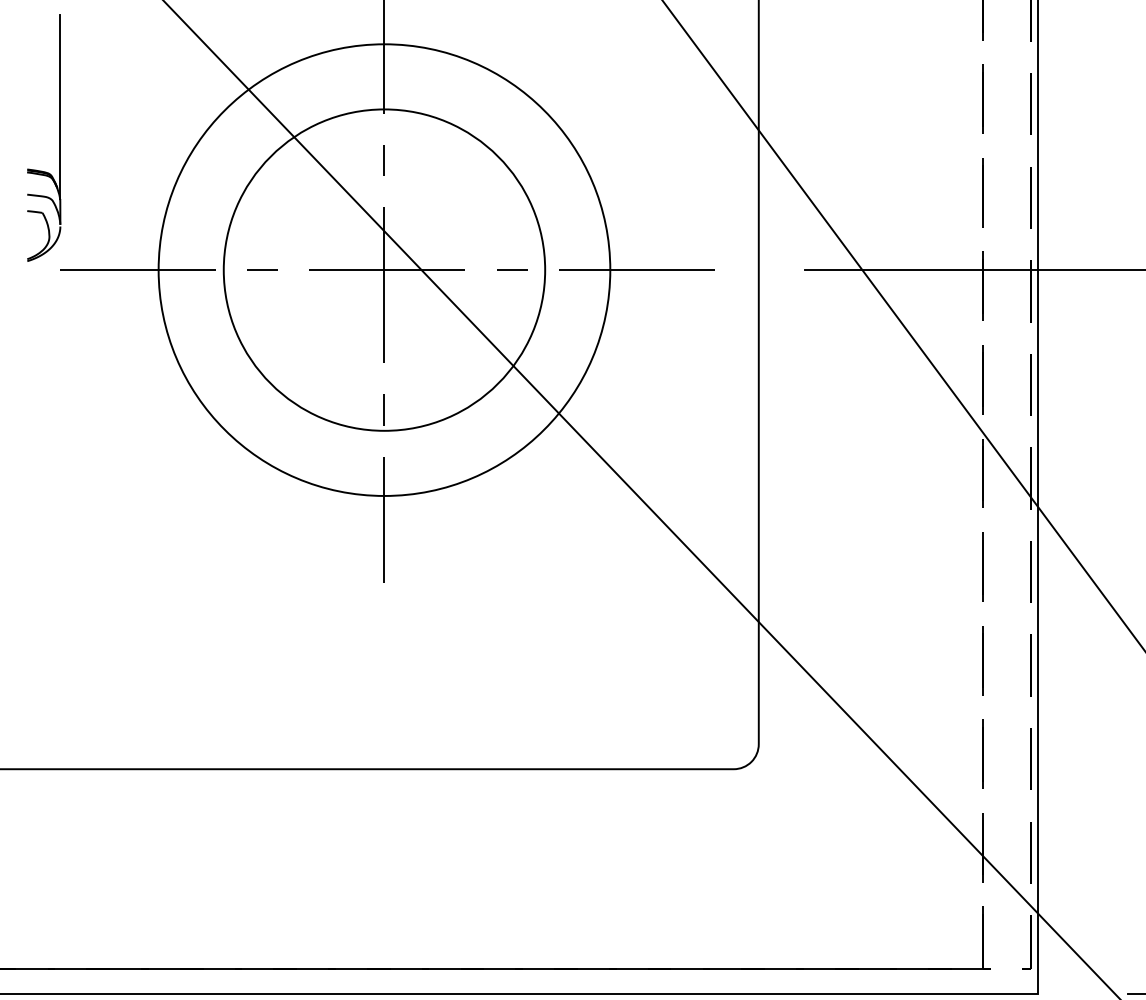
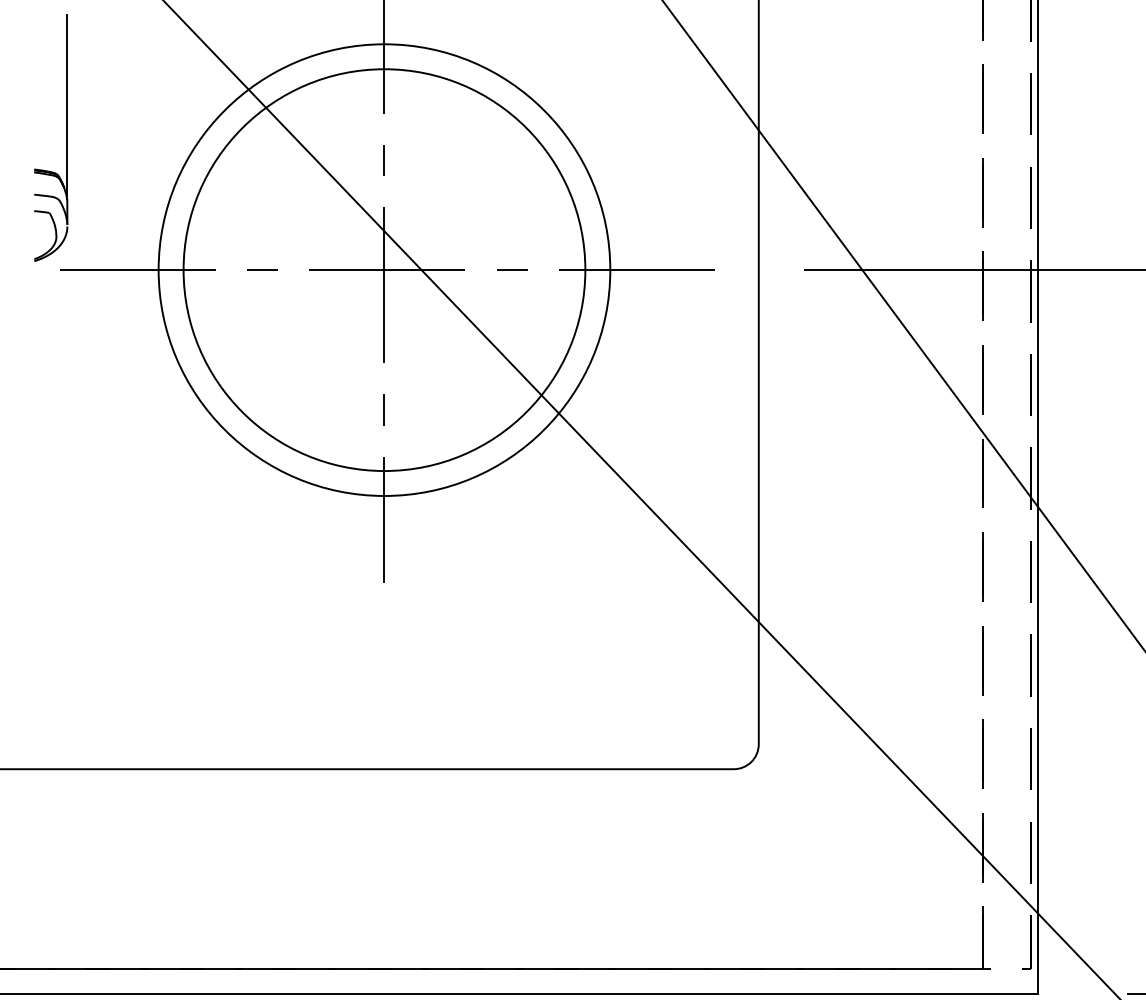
part at (59, 137) position: (59, 137) -> (66, 137)
circle at (384, 269) diameter: 321 px -> 402 px
